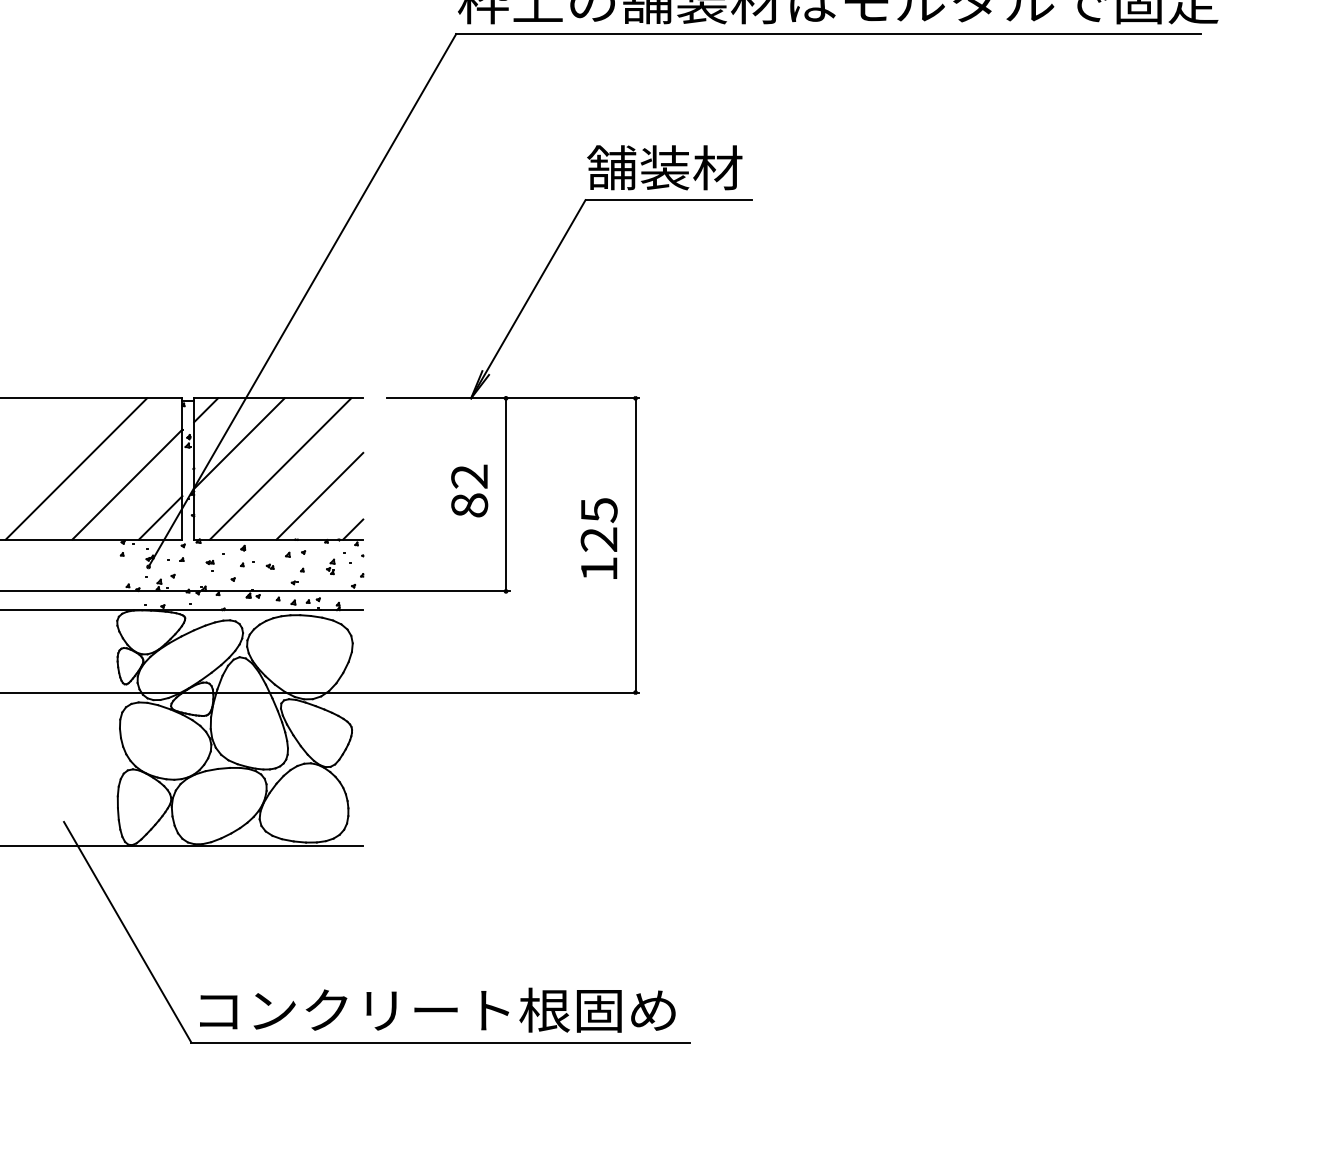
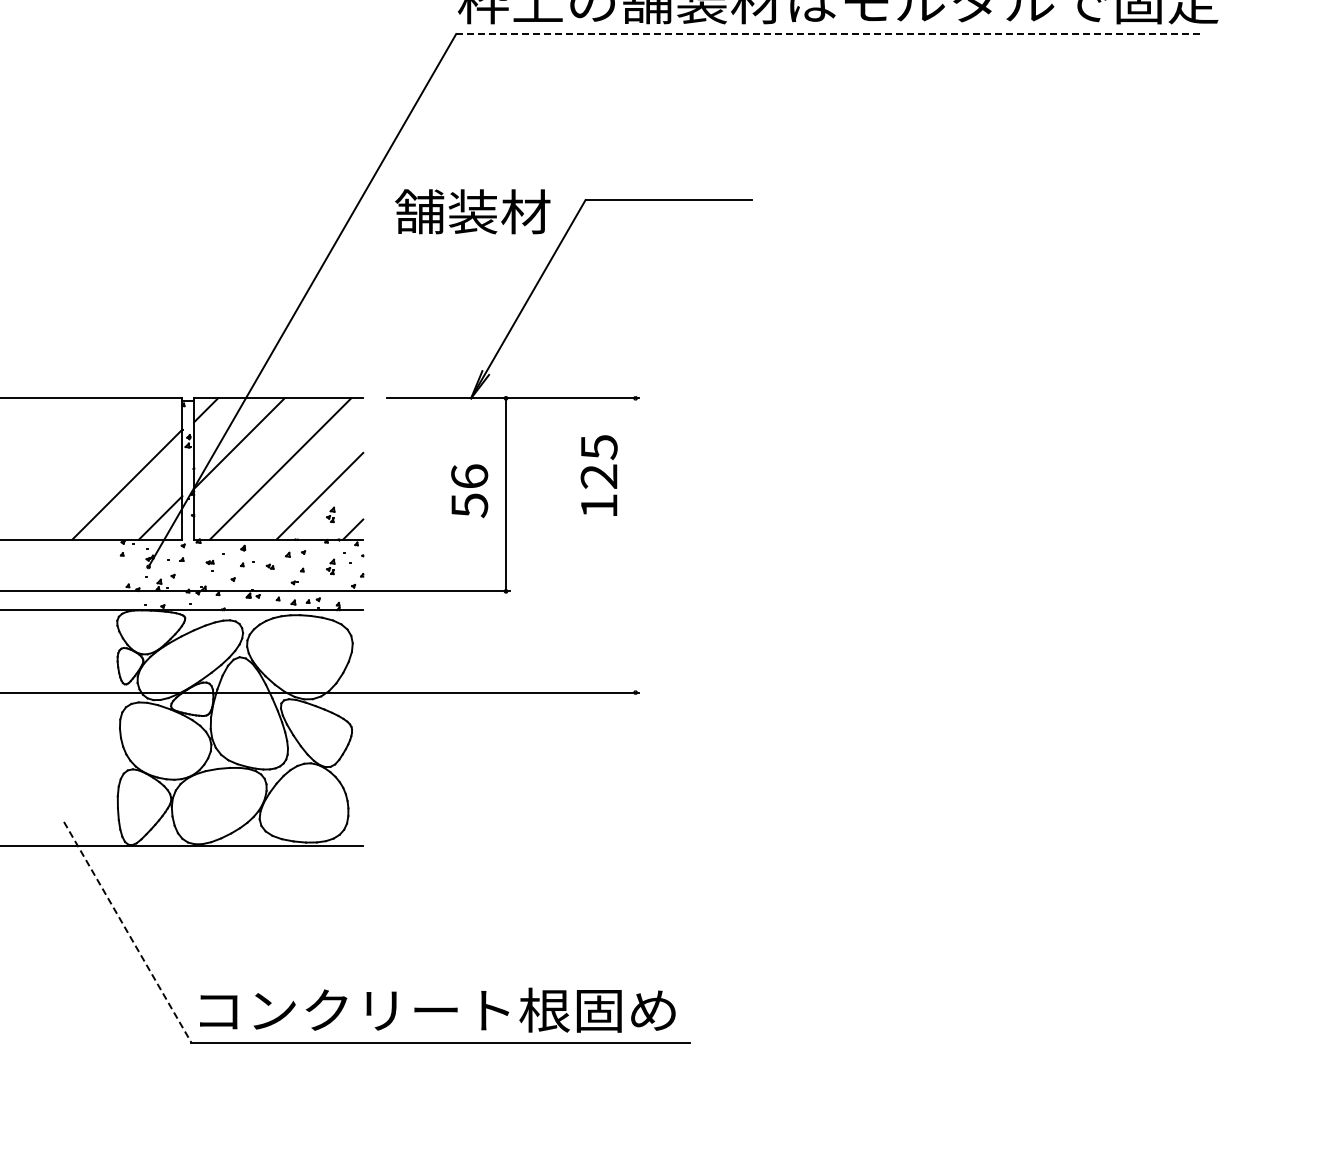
line at (828, 34): solid -> dashed
text at (664, 167) position: (664, 167) -> (472, 211)
line at (76, 468): present -> none
text at (469, 491): 82 -> 56
part at (330, 514): none -> present
text at (598, 538) position: (598, 538) -> (598, 475)
line at (635, 545): present -> none
line at (127, 932): solid -> dashed
